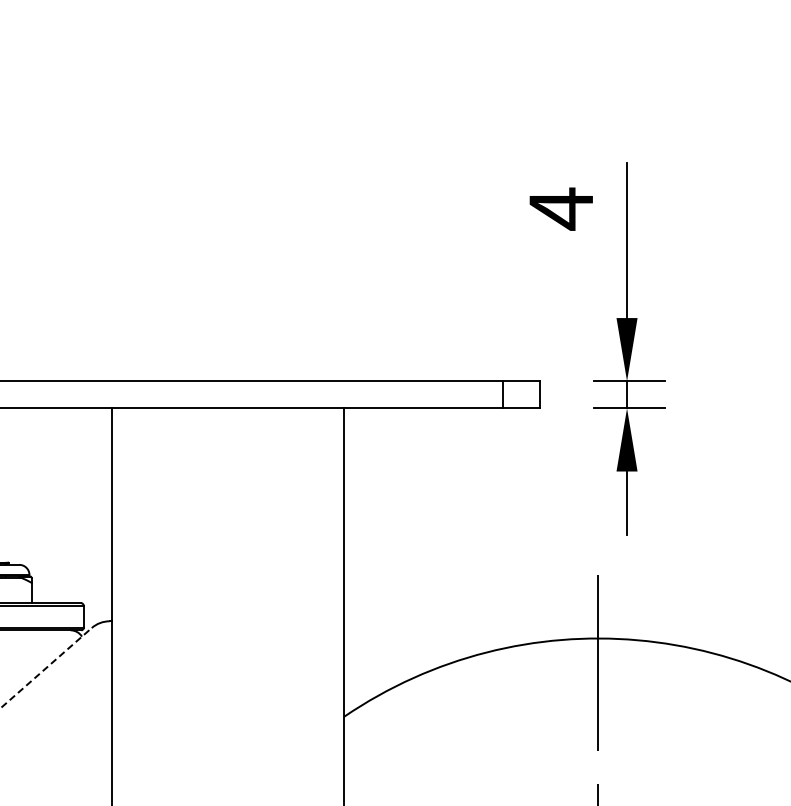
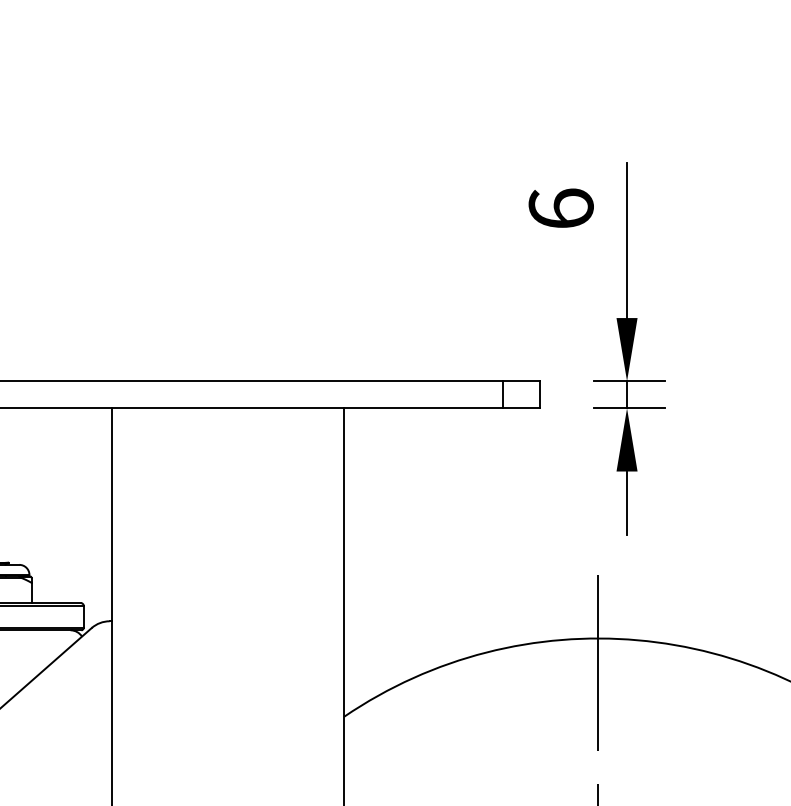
text at (560, 208): 4 -> 6
line at (46, 668): dashed -> solid
